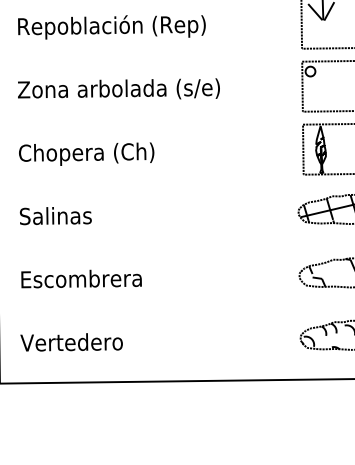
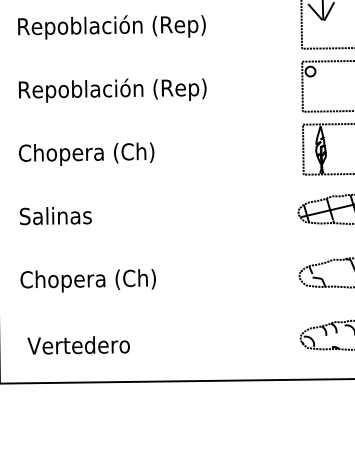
text at (118, 90): Zona arbolada (s/e) -> Repoblación (Rep)
text at (87, 280): Escombrera -> Chopera (Ch)
text at (71, 342) position: (71, 342) -> (78, 345)
